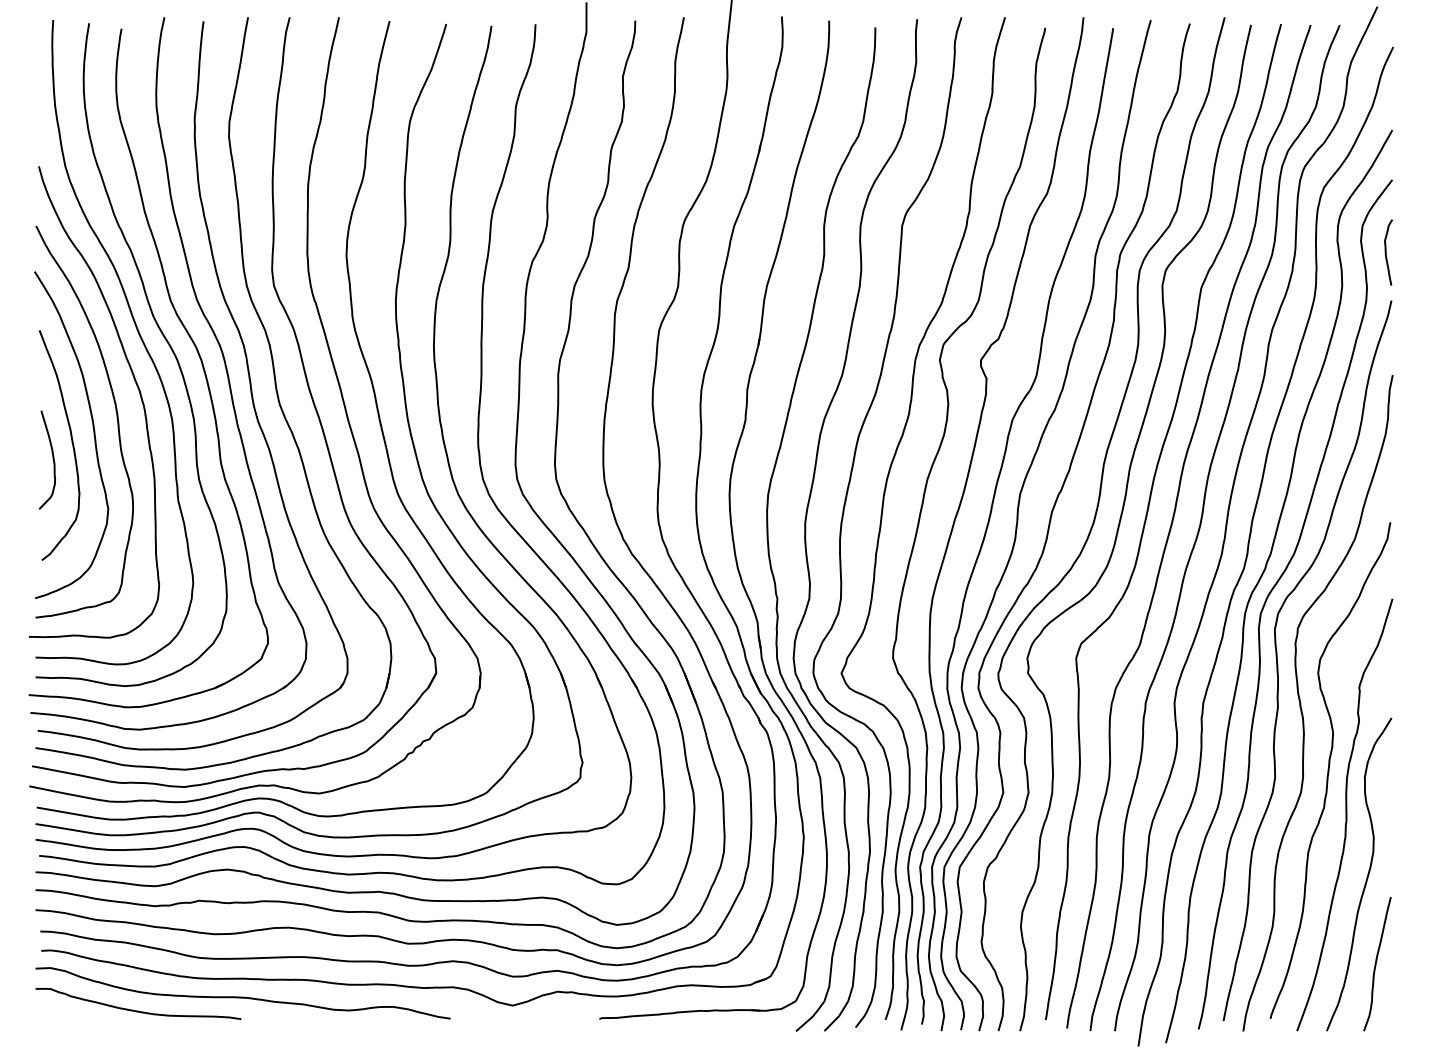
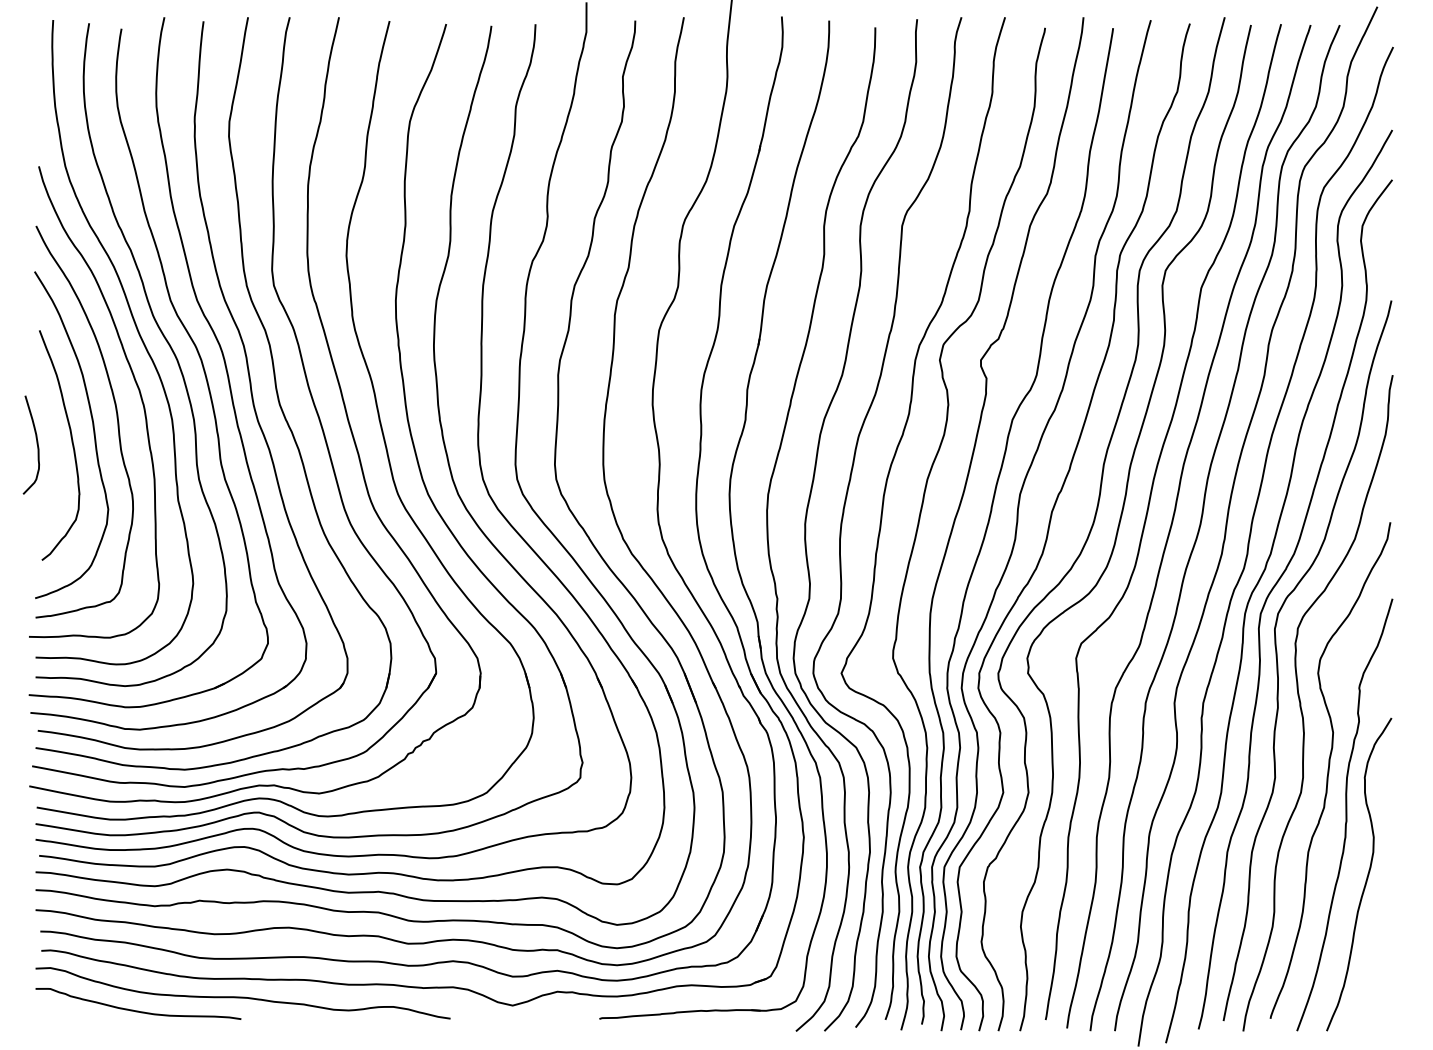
curve at (1386, 252): present -> none
curve at (52, 459) position: (52, 459) -> (36, 444)
curve at (1376, 963): present -> none
